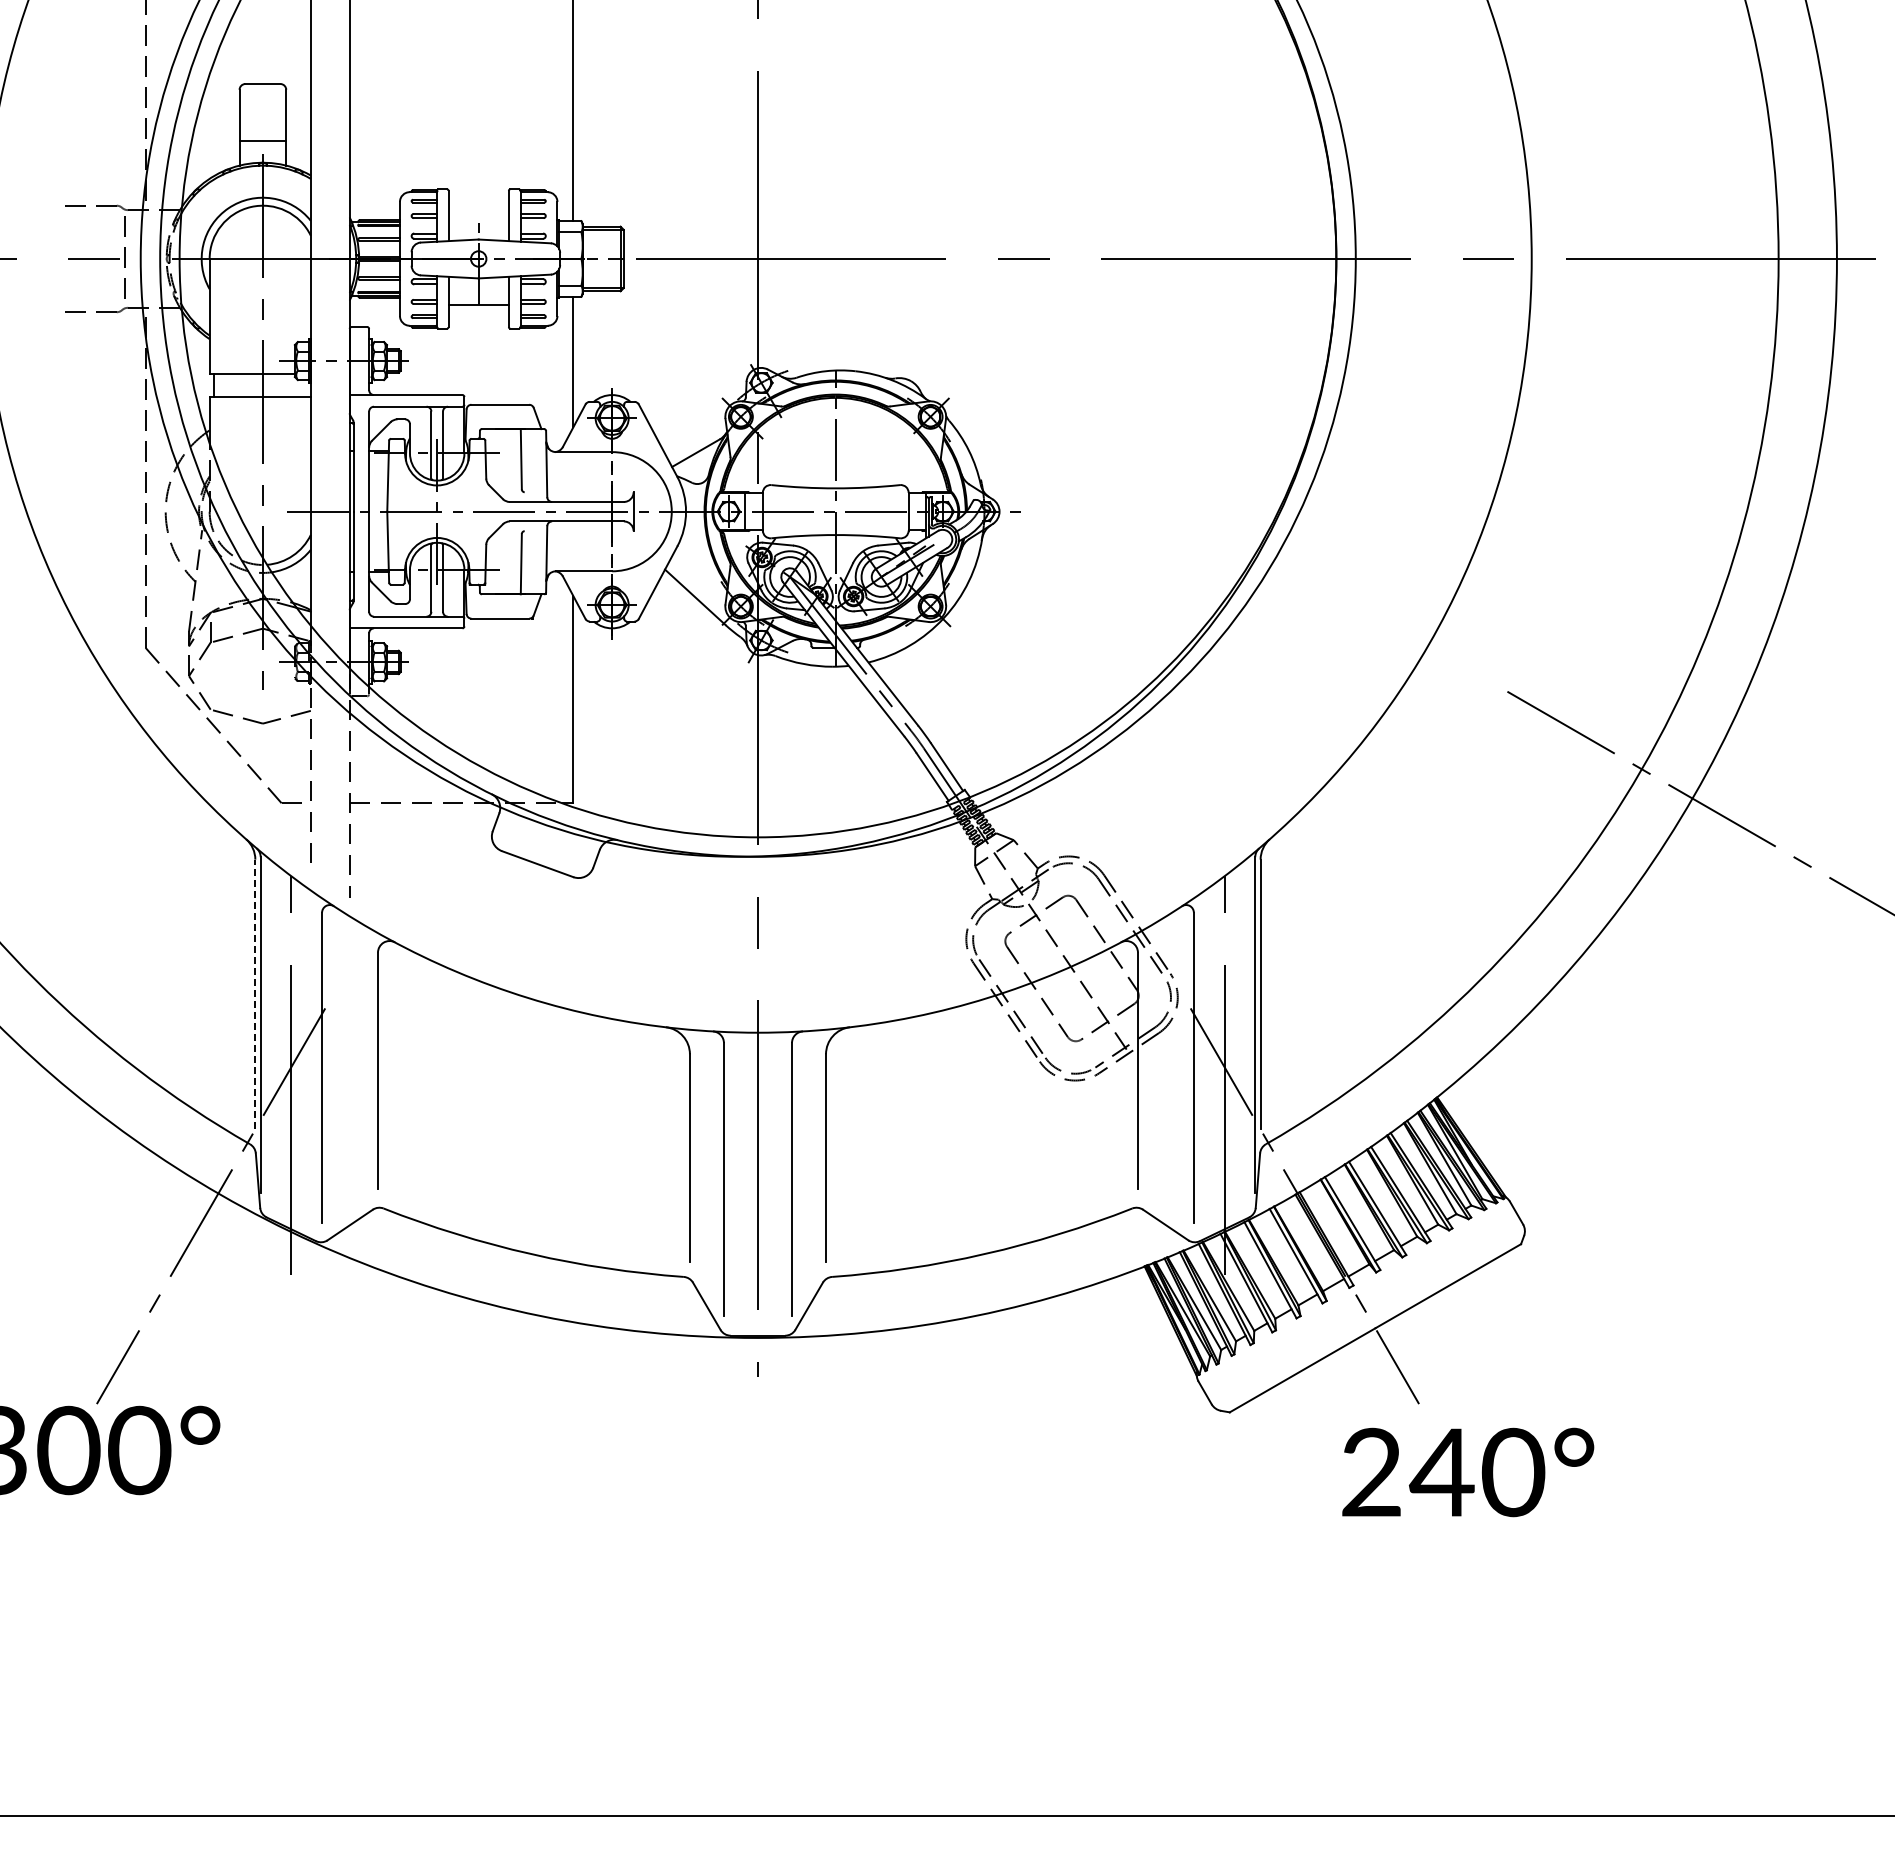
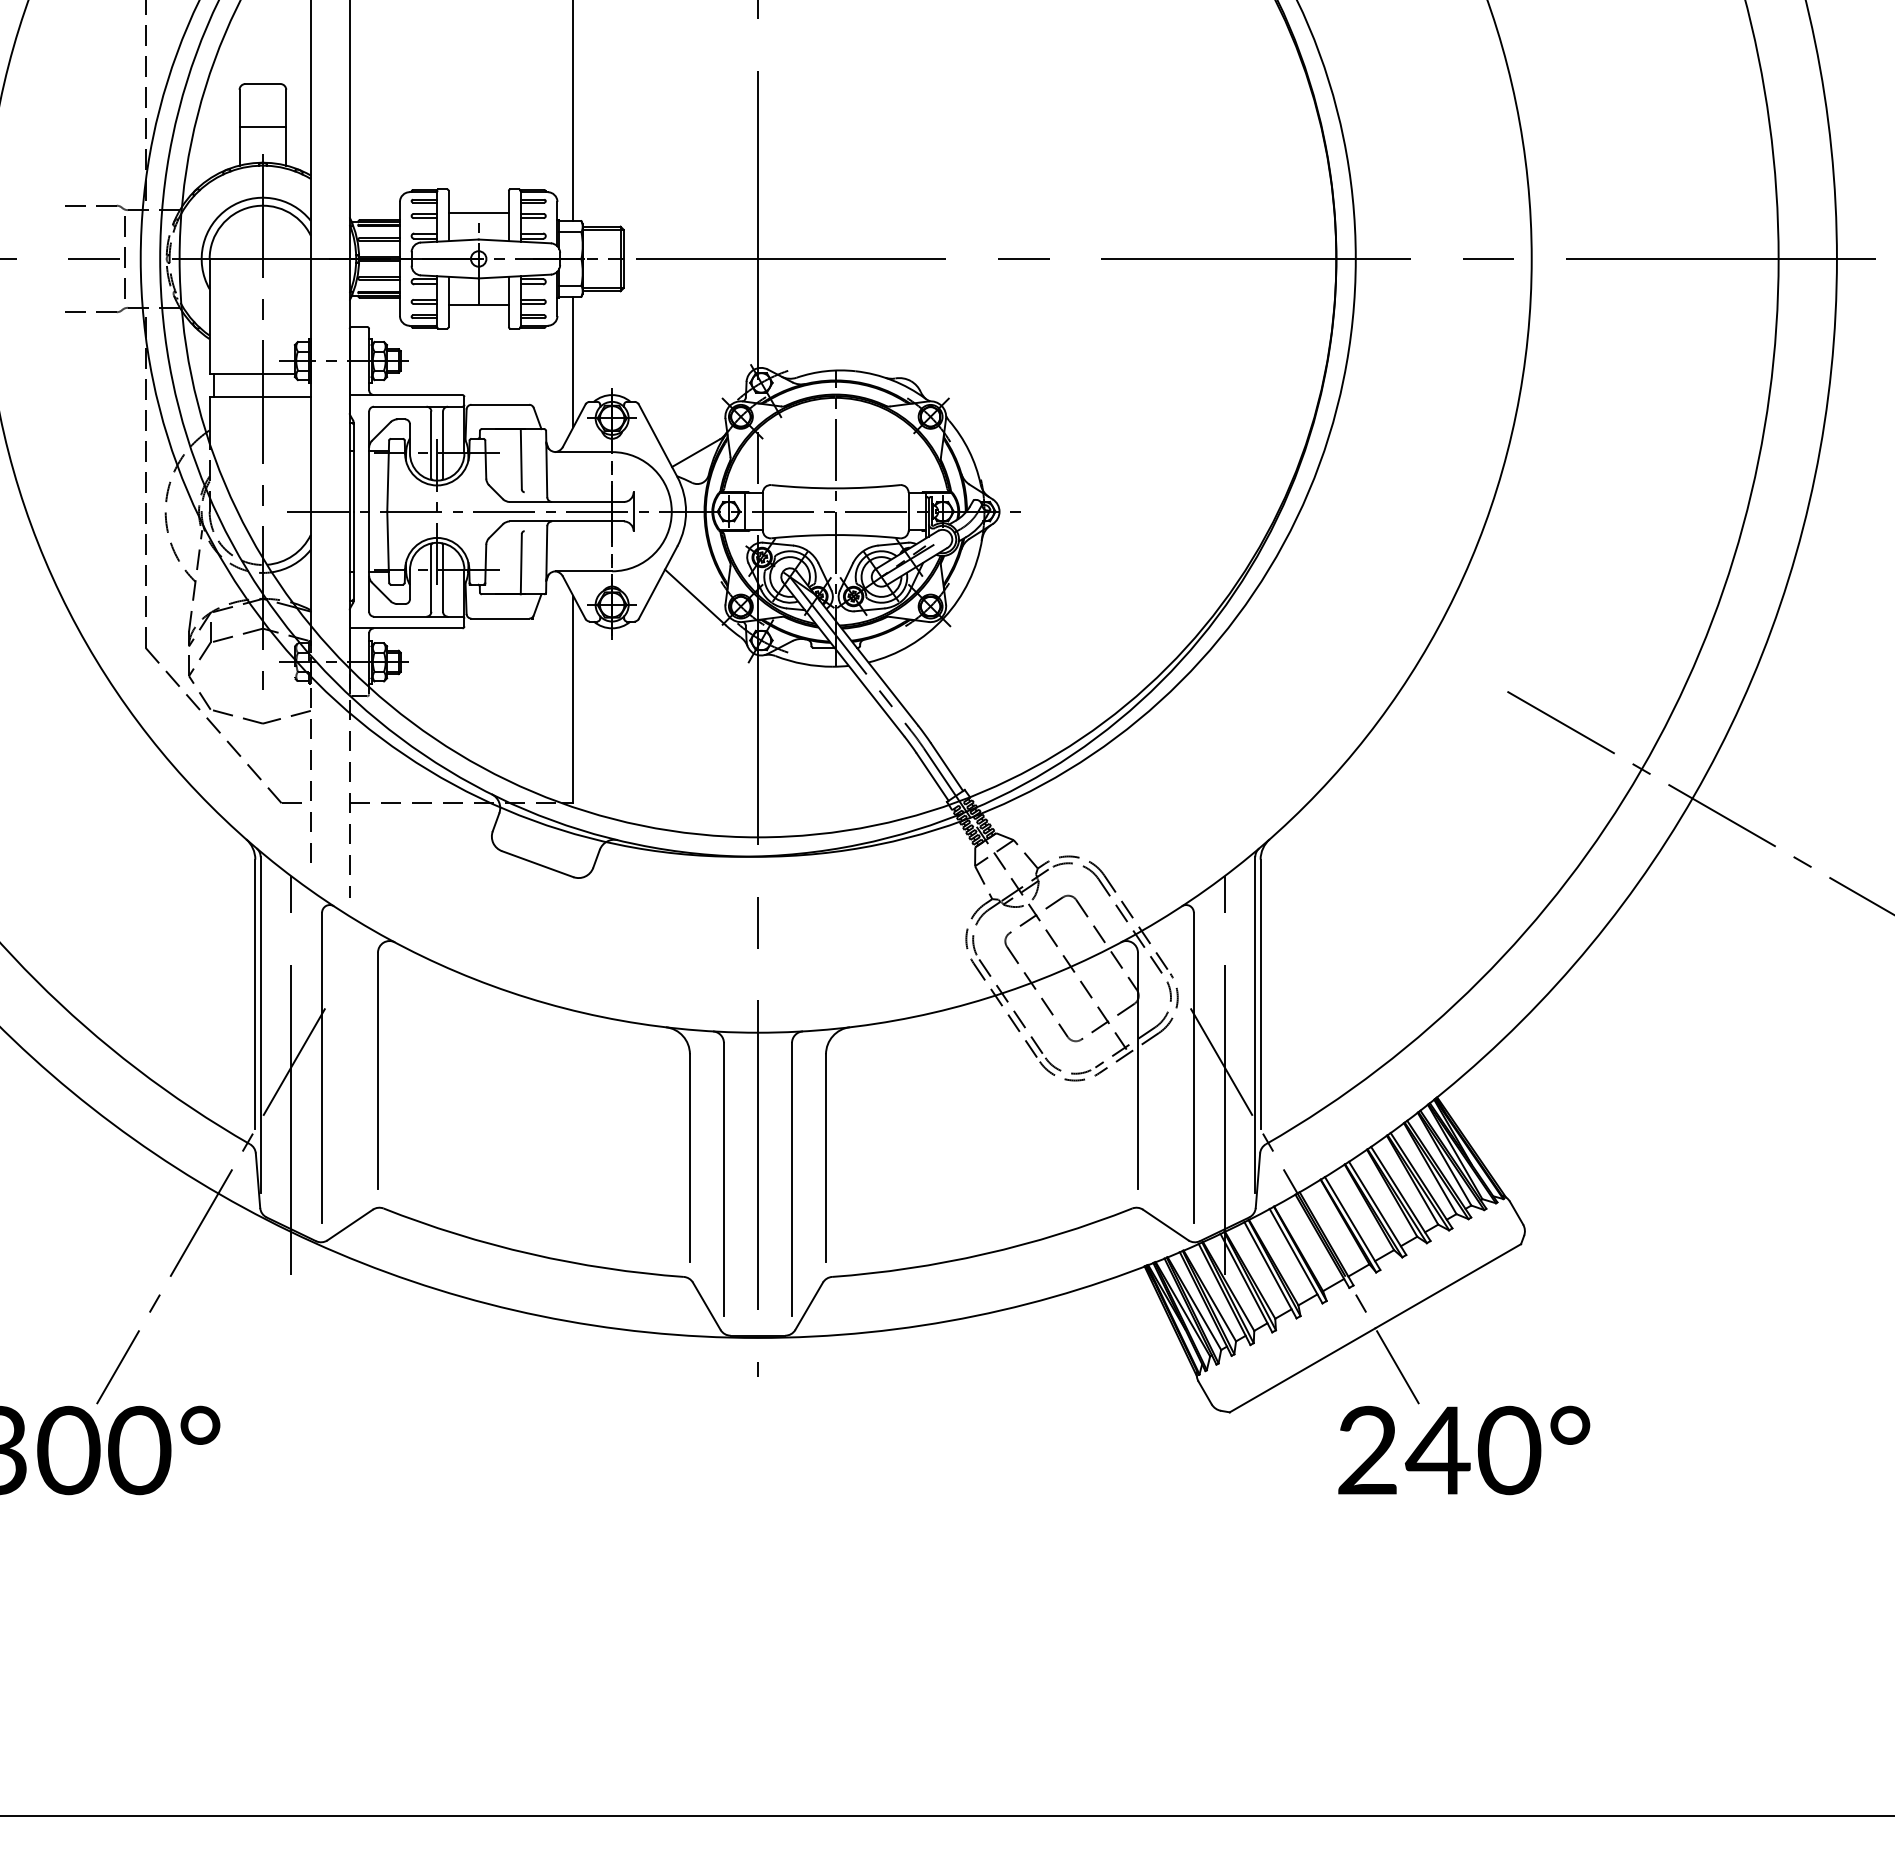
line at (262, 140) position: (262, 140) -> (262, 126)
line at (478, 212): none -> present
line at (255, 994): dashed -> solid
text at (1468, 1472) position: (1468, 1472) -> (1464, 1450)
